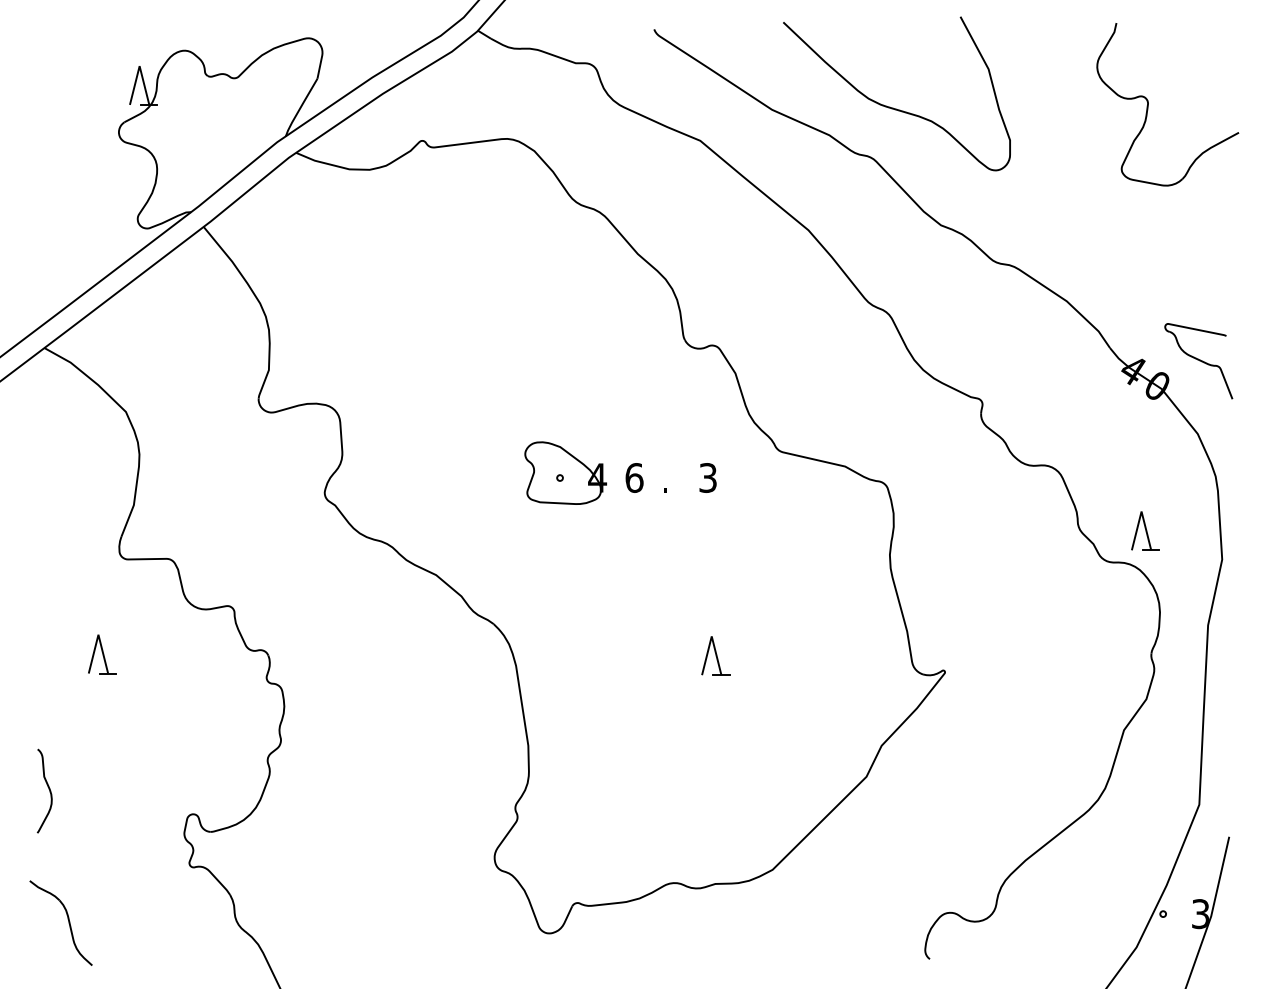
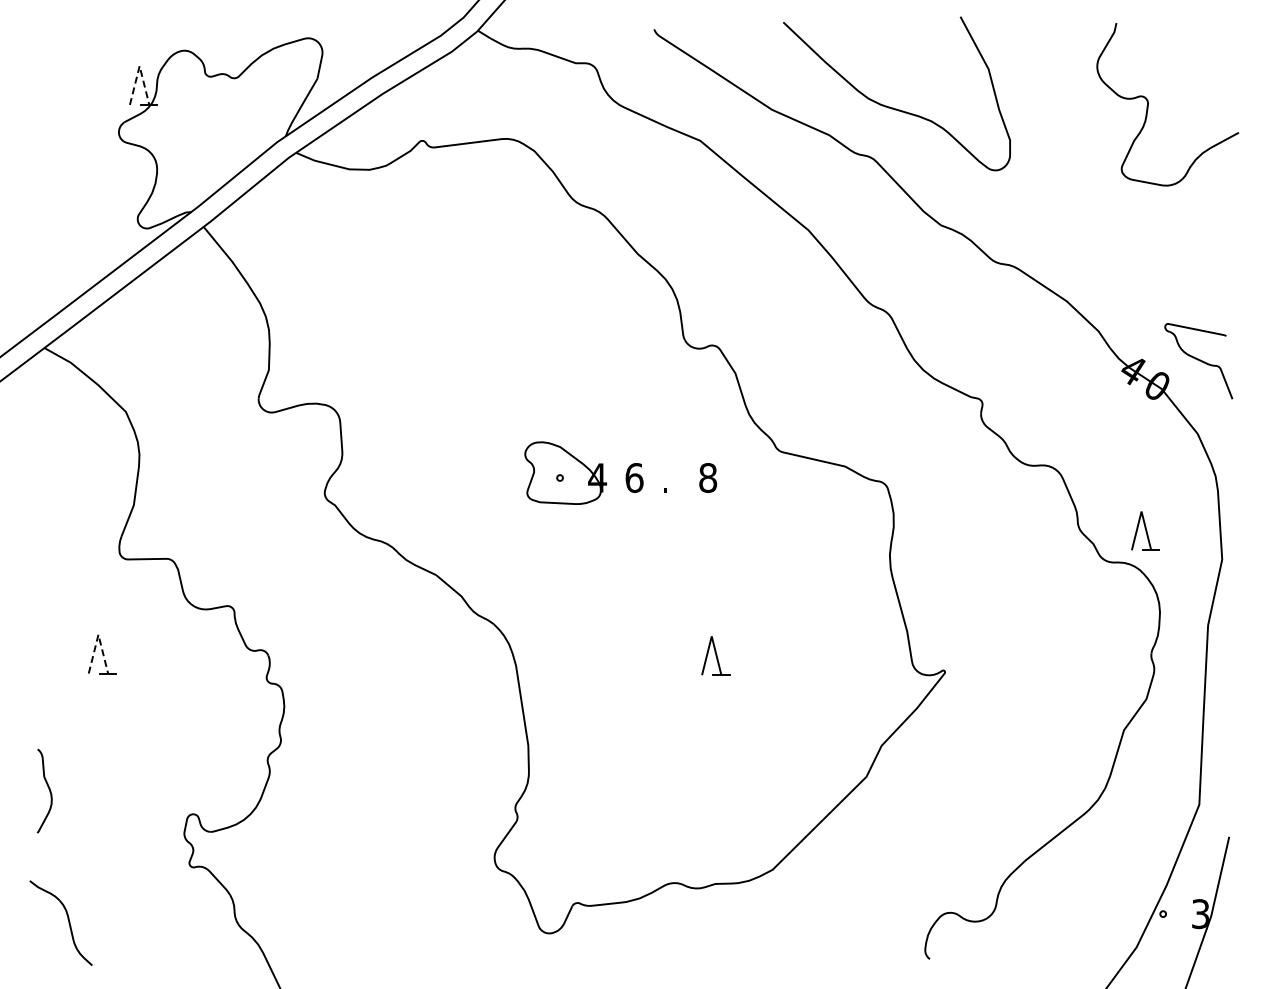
line at (139, 66): solid -> dashed
text at (708, 477): 3 -> 8
line at (98, 634): solid -> dashed
